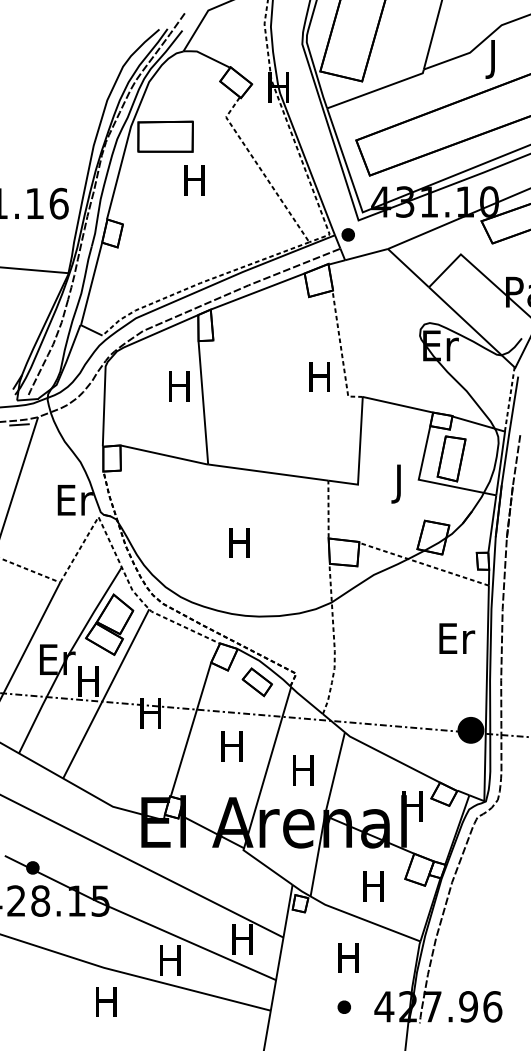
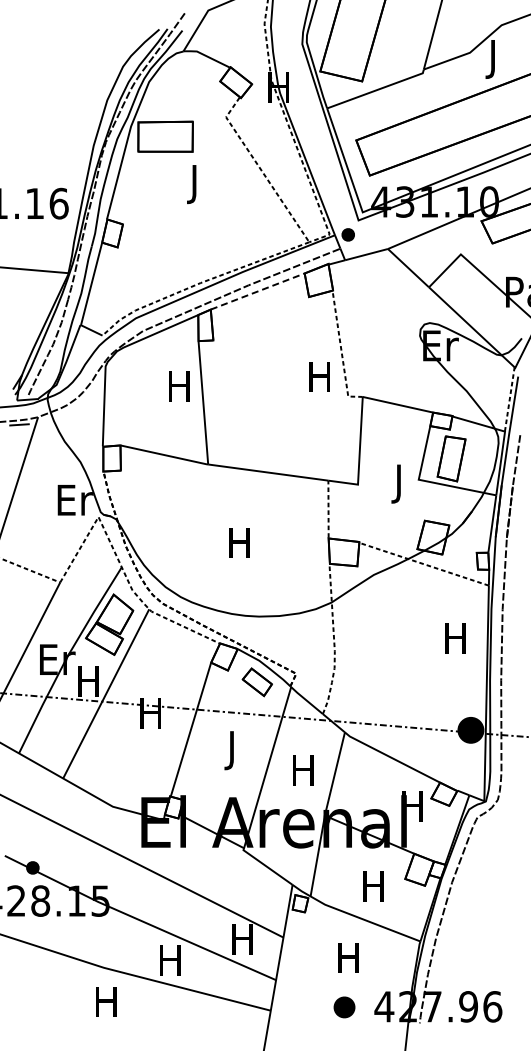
text at (194, 184): H -> J
line at (258, 291): solid -> dashed
text at (457, 638): Er -> H
text at (231, 750): H -> J
part at (343, 1006) size: 14x14 px -> 23x23 px
